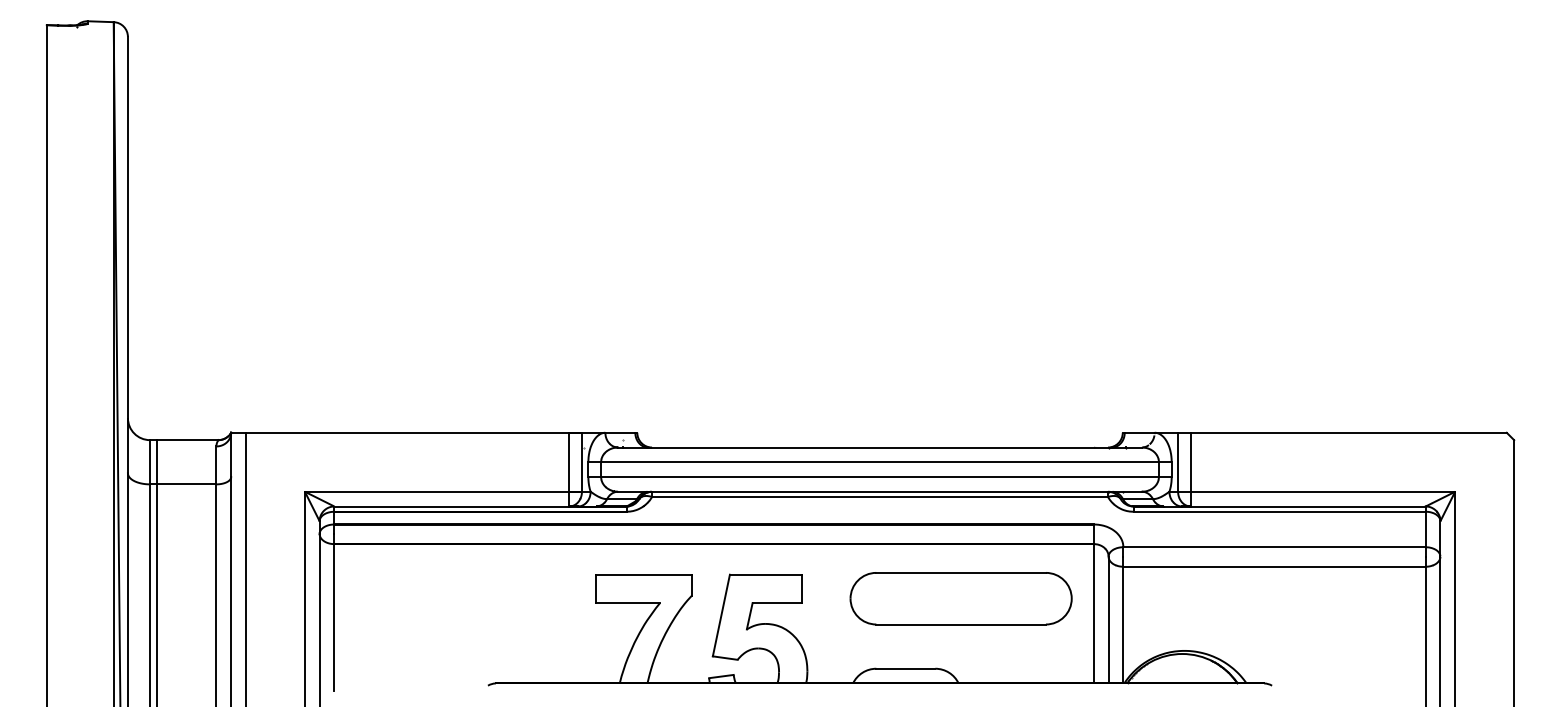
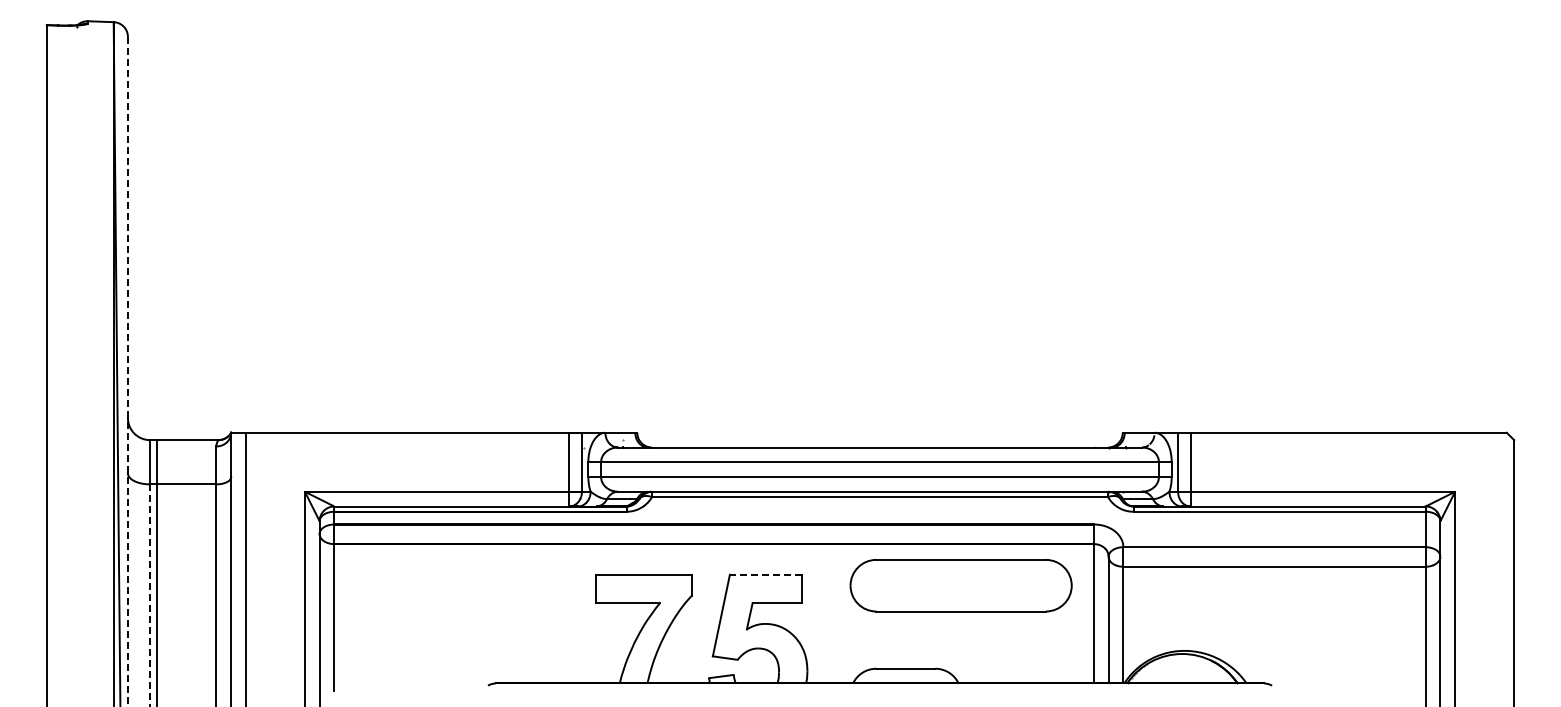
line at (127, 371): solid -> dashed
line at (765, 574): solid -> dashed
line at (150, 596): solid -> dashed
part at (960, 598) position: (960, 598) -> (960, 585)
